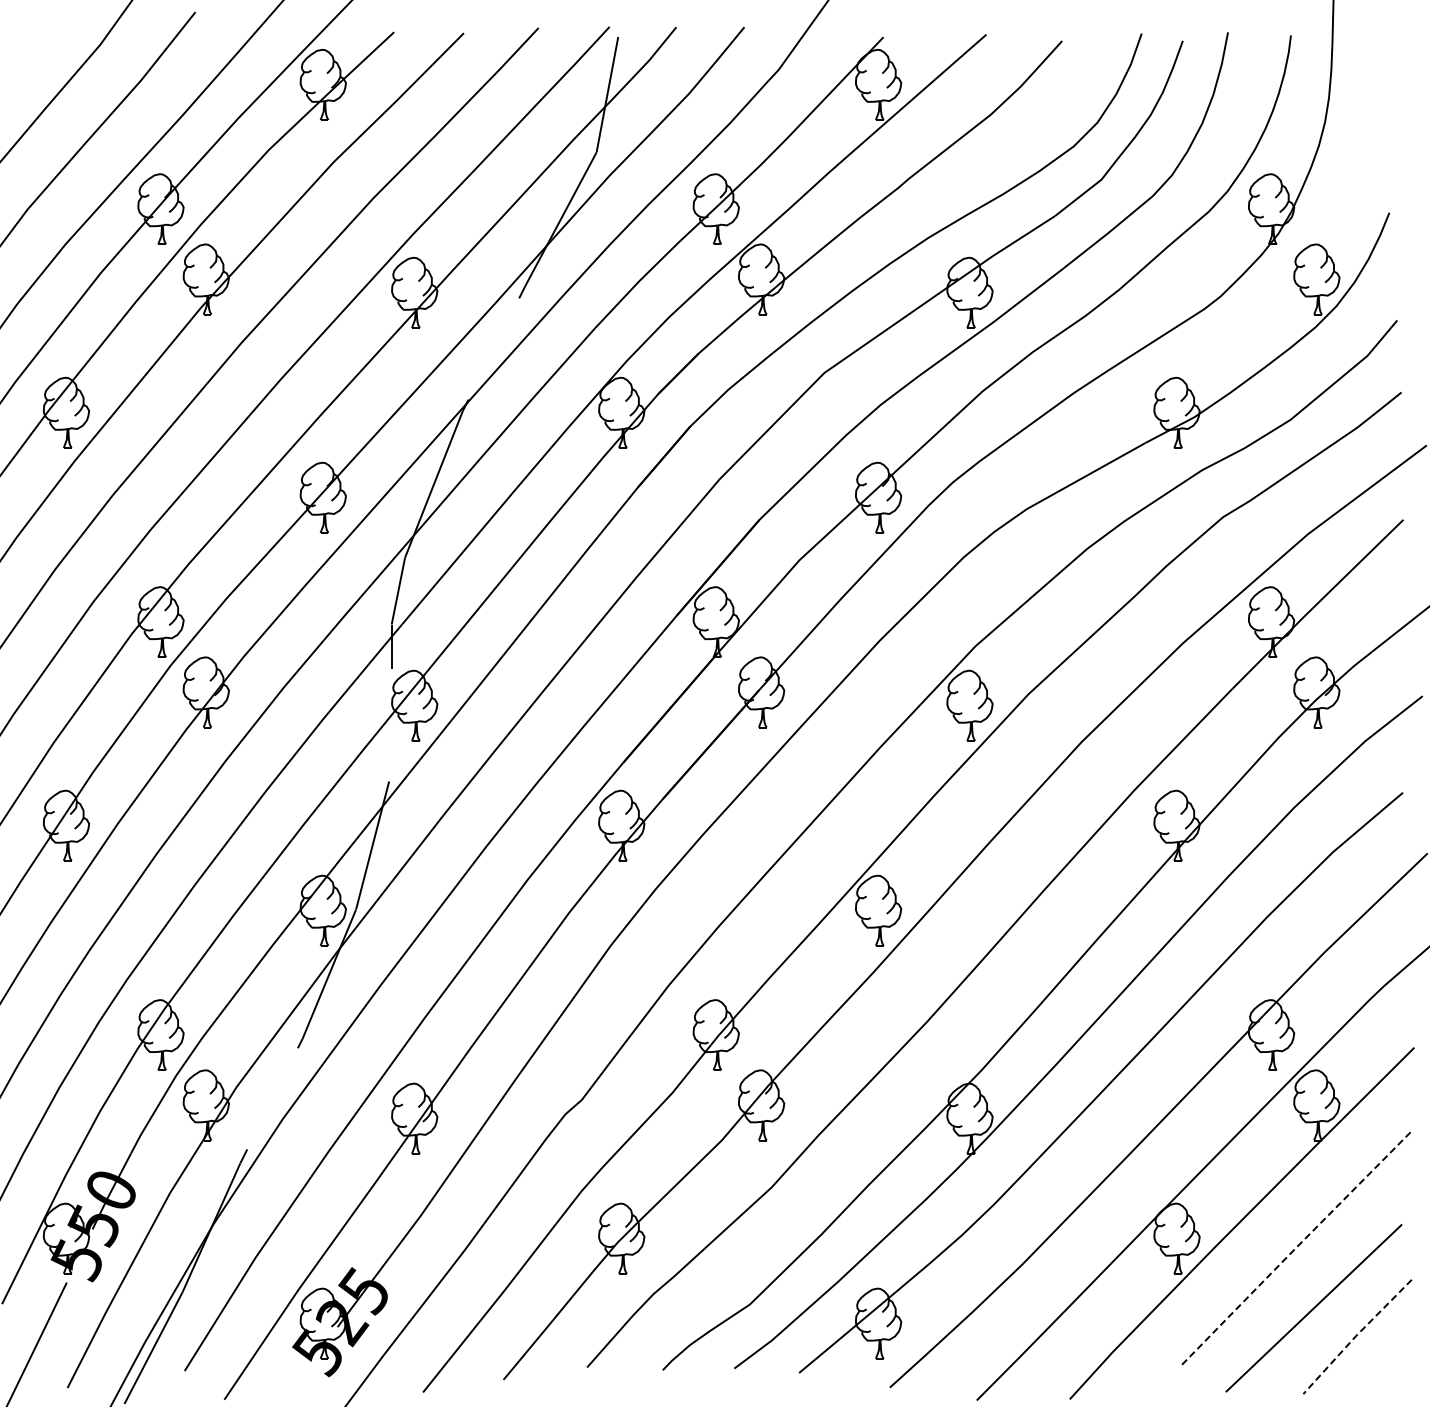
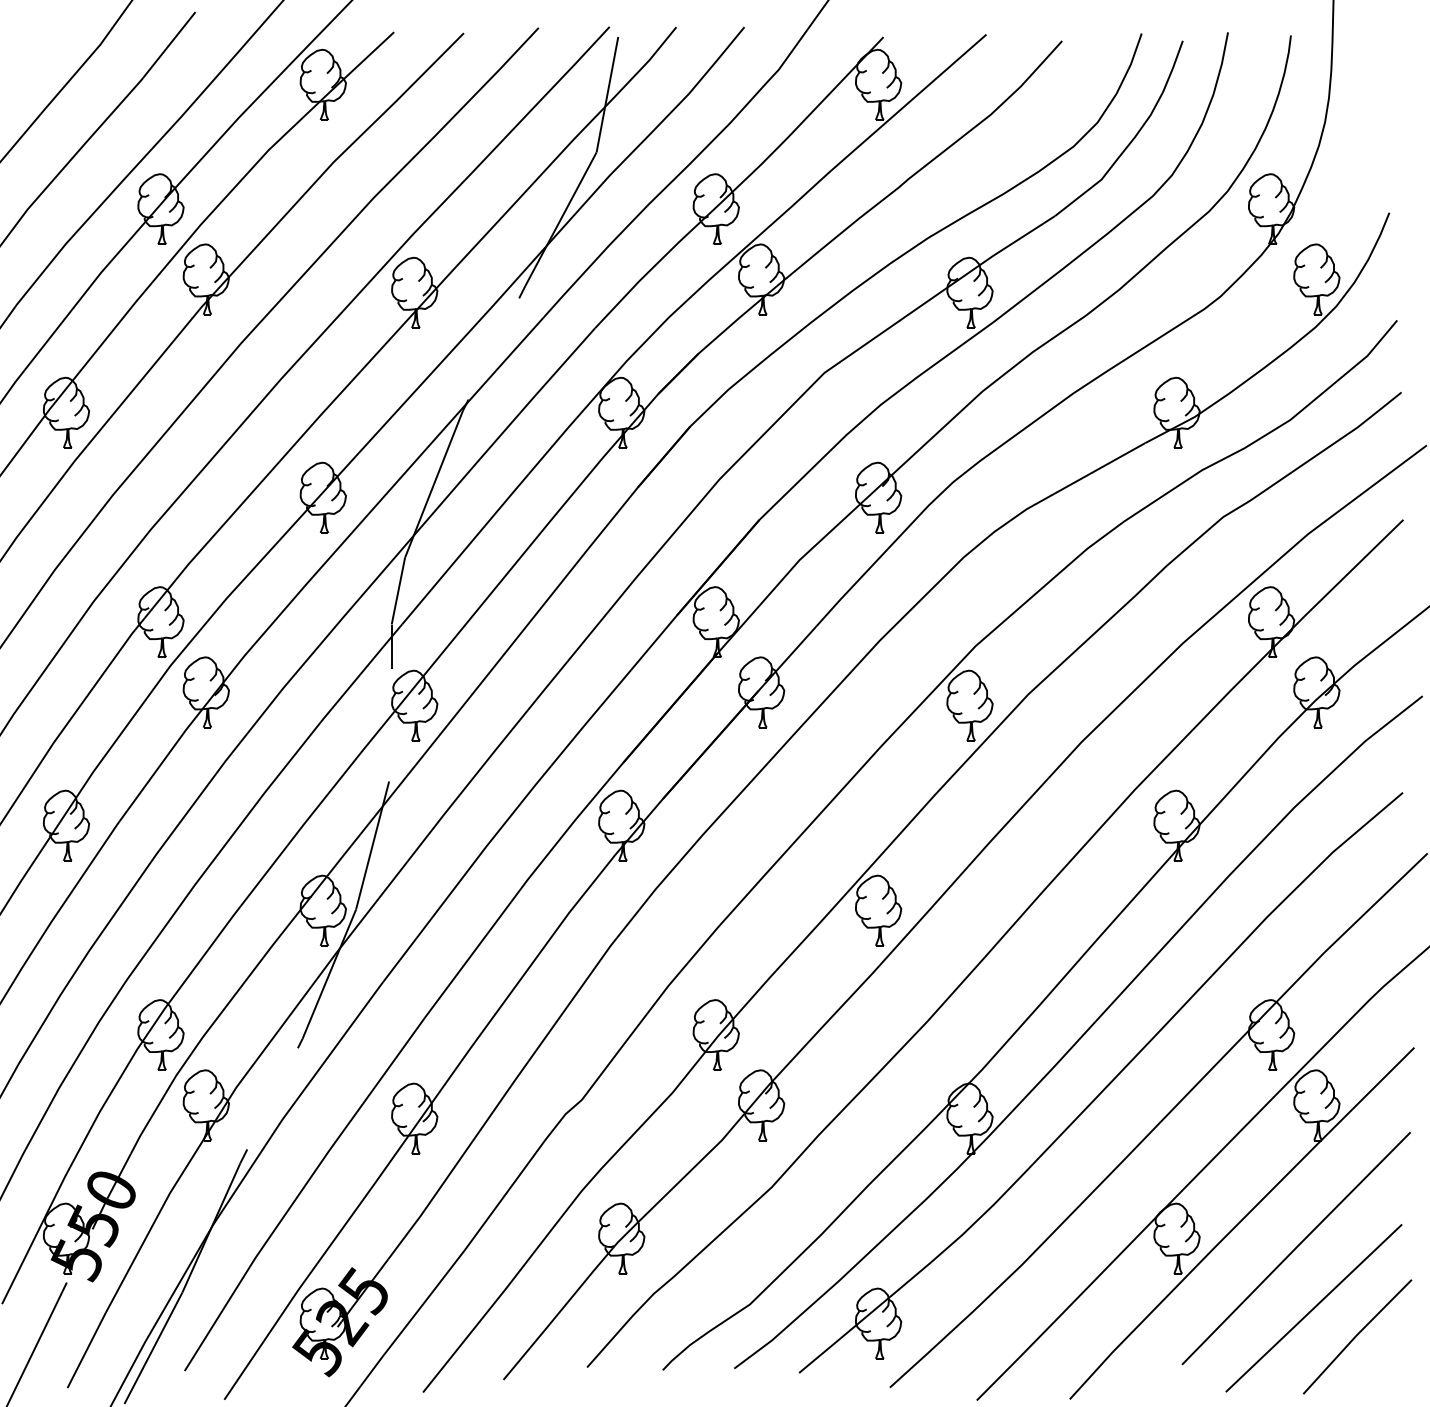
line at (1295, 1248): dashed -> solid
line at (1356, 1335): dashed -> solid
